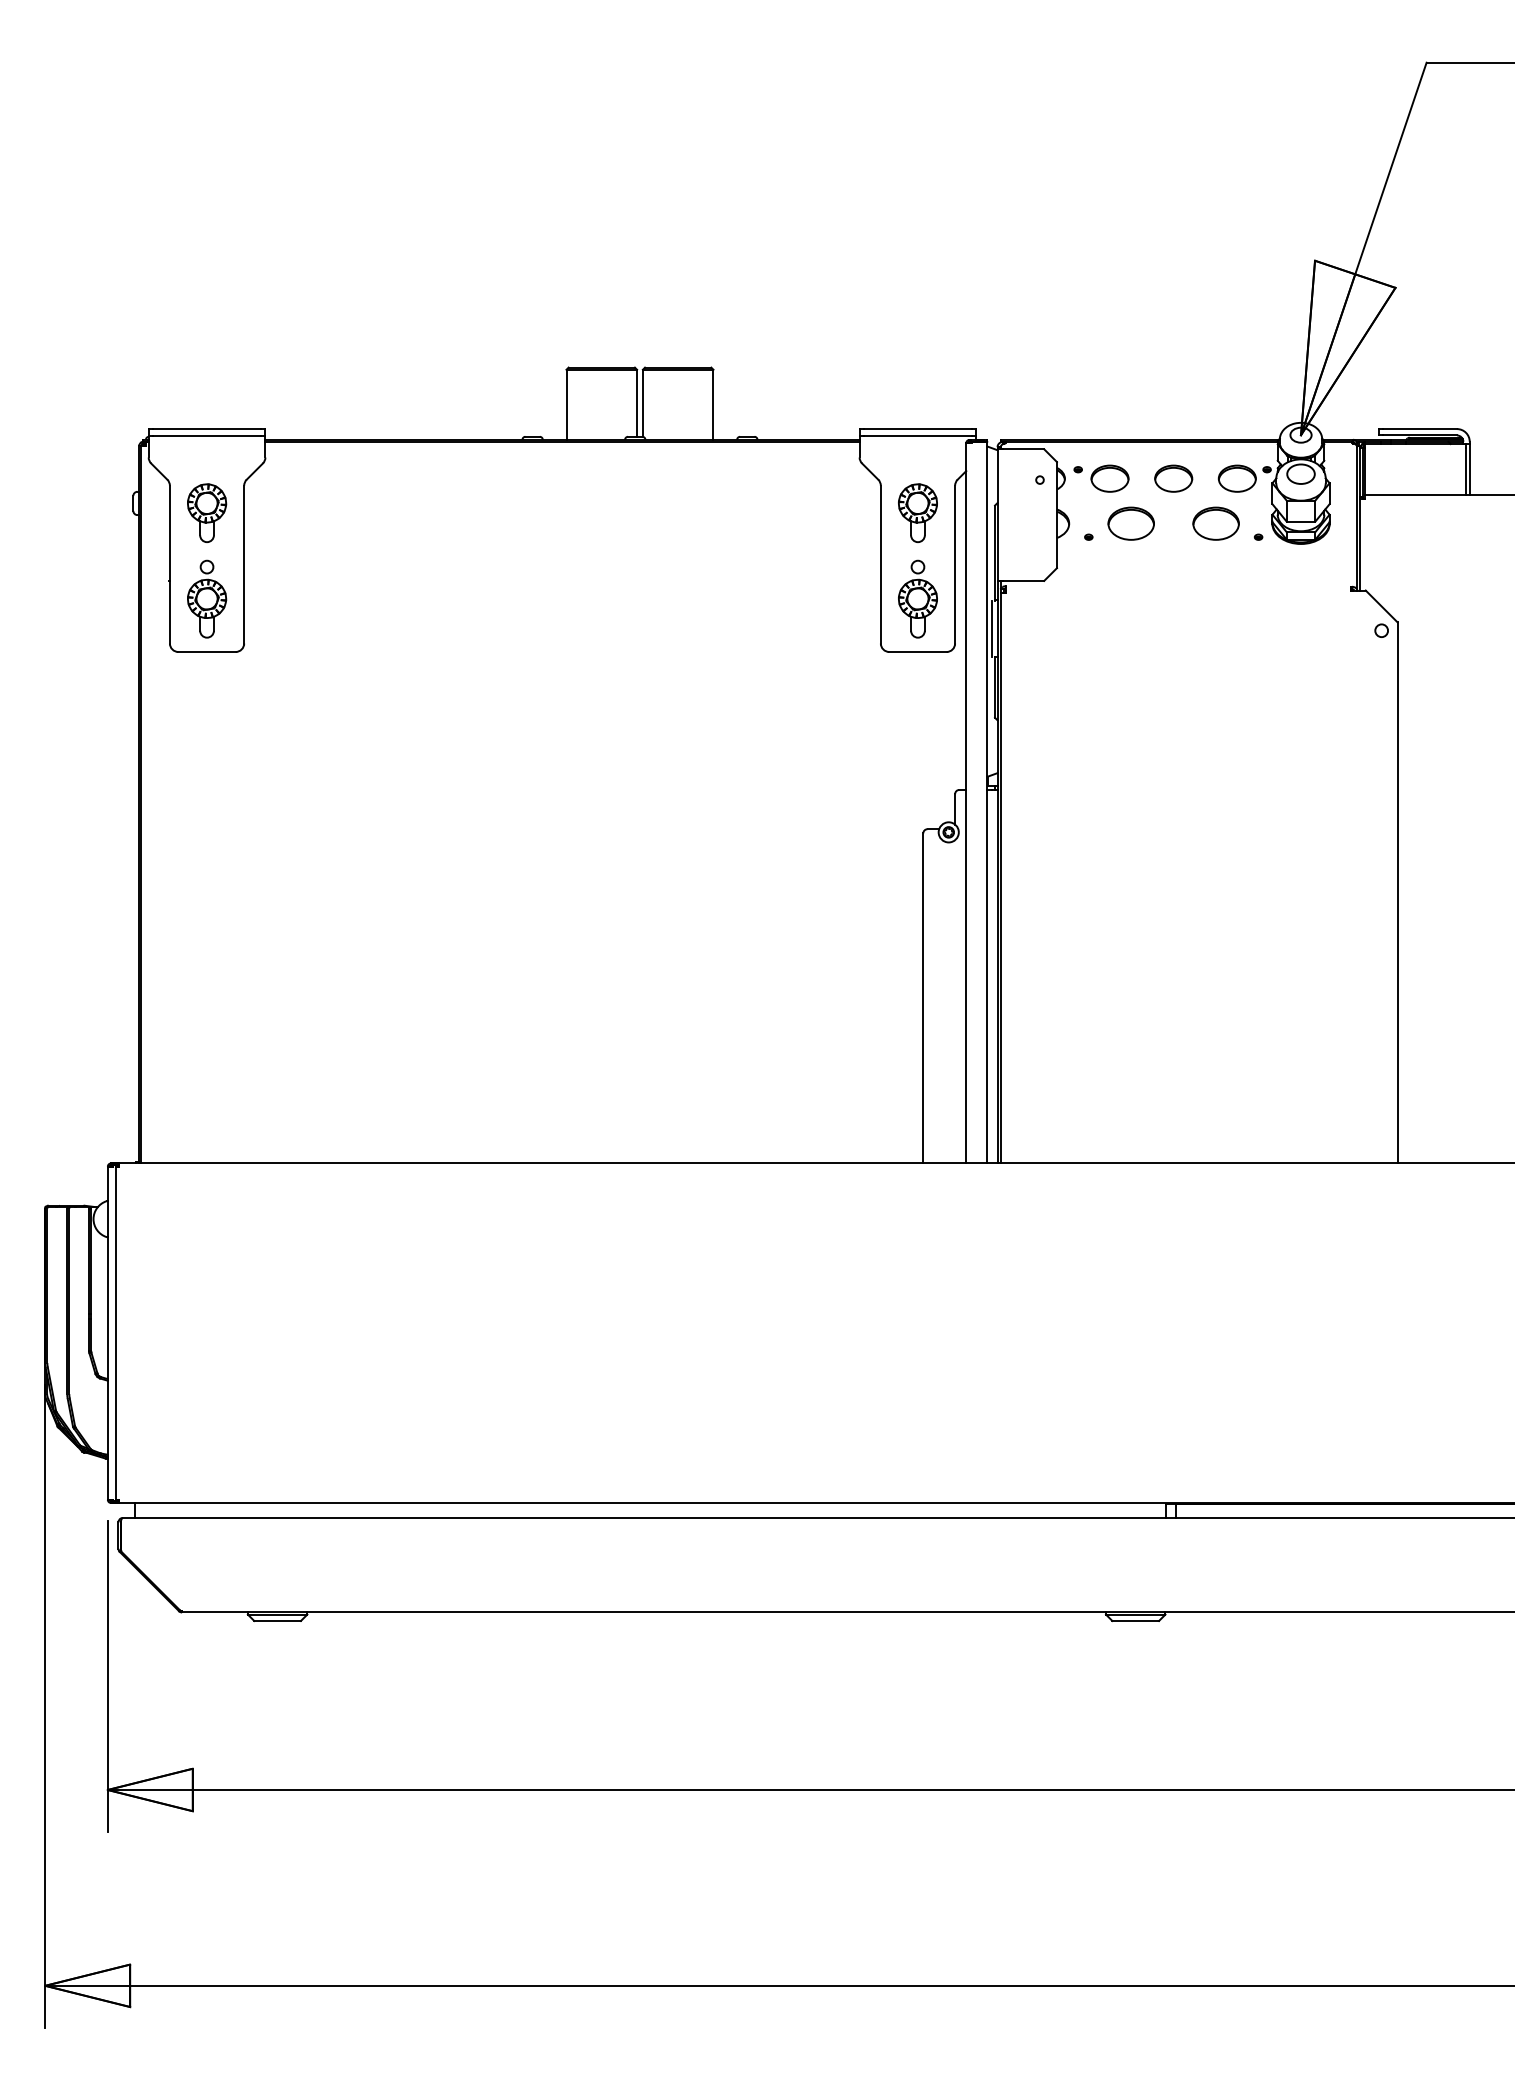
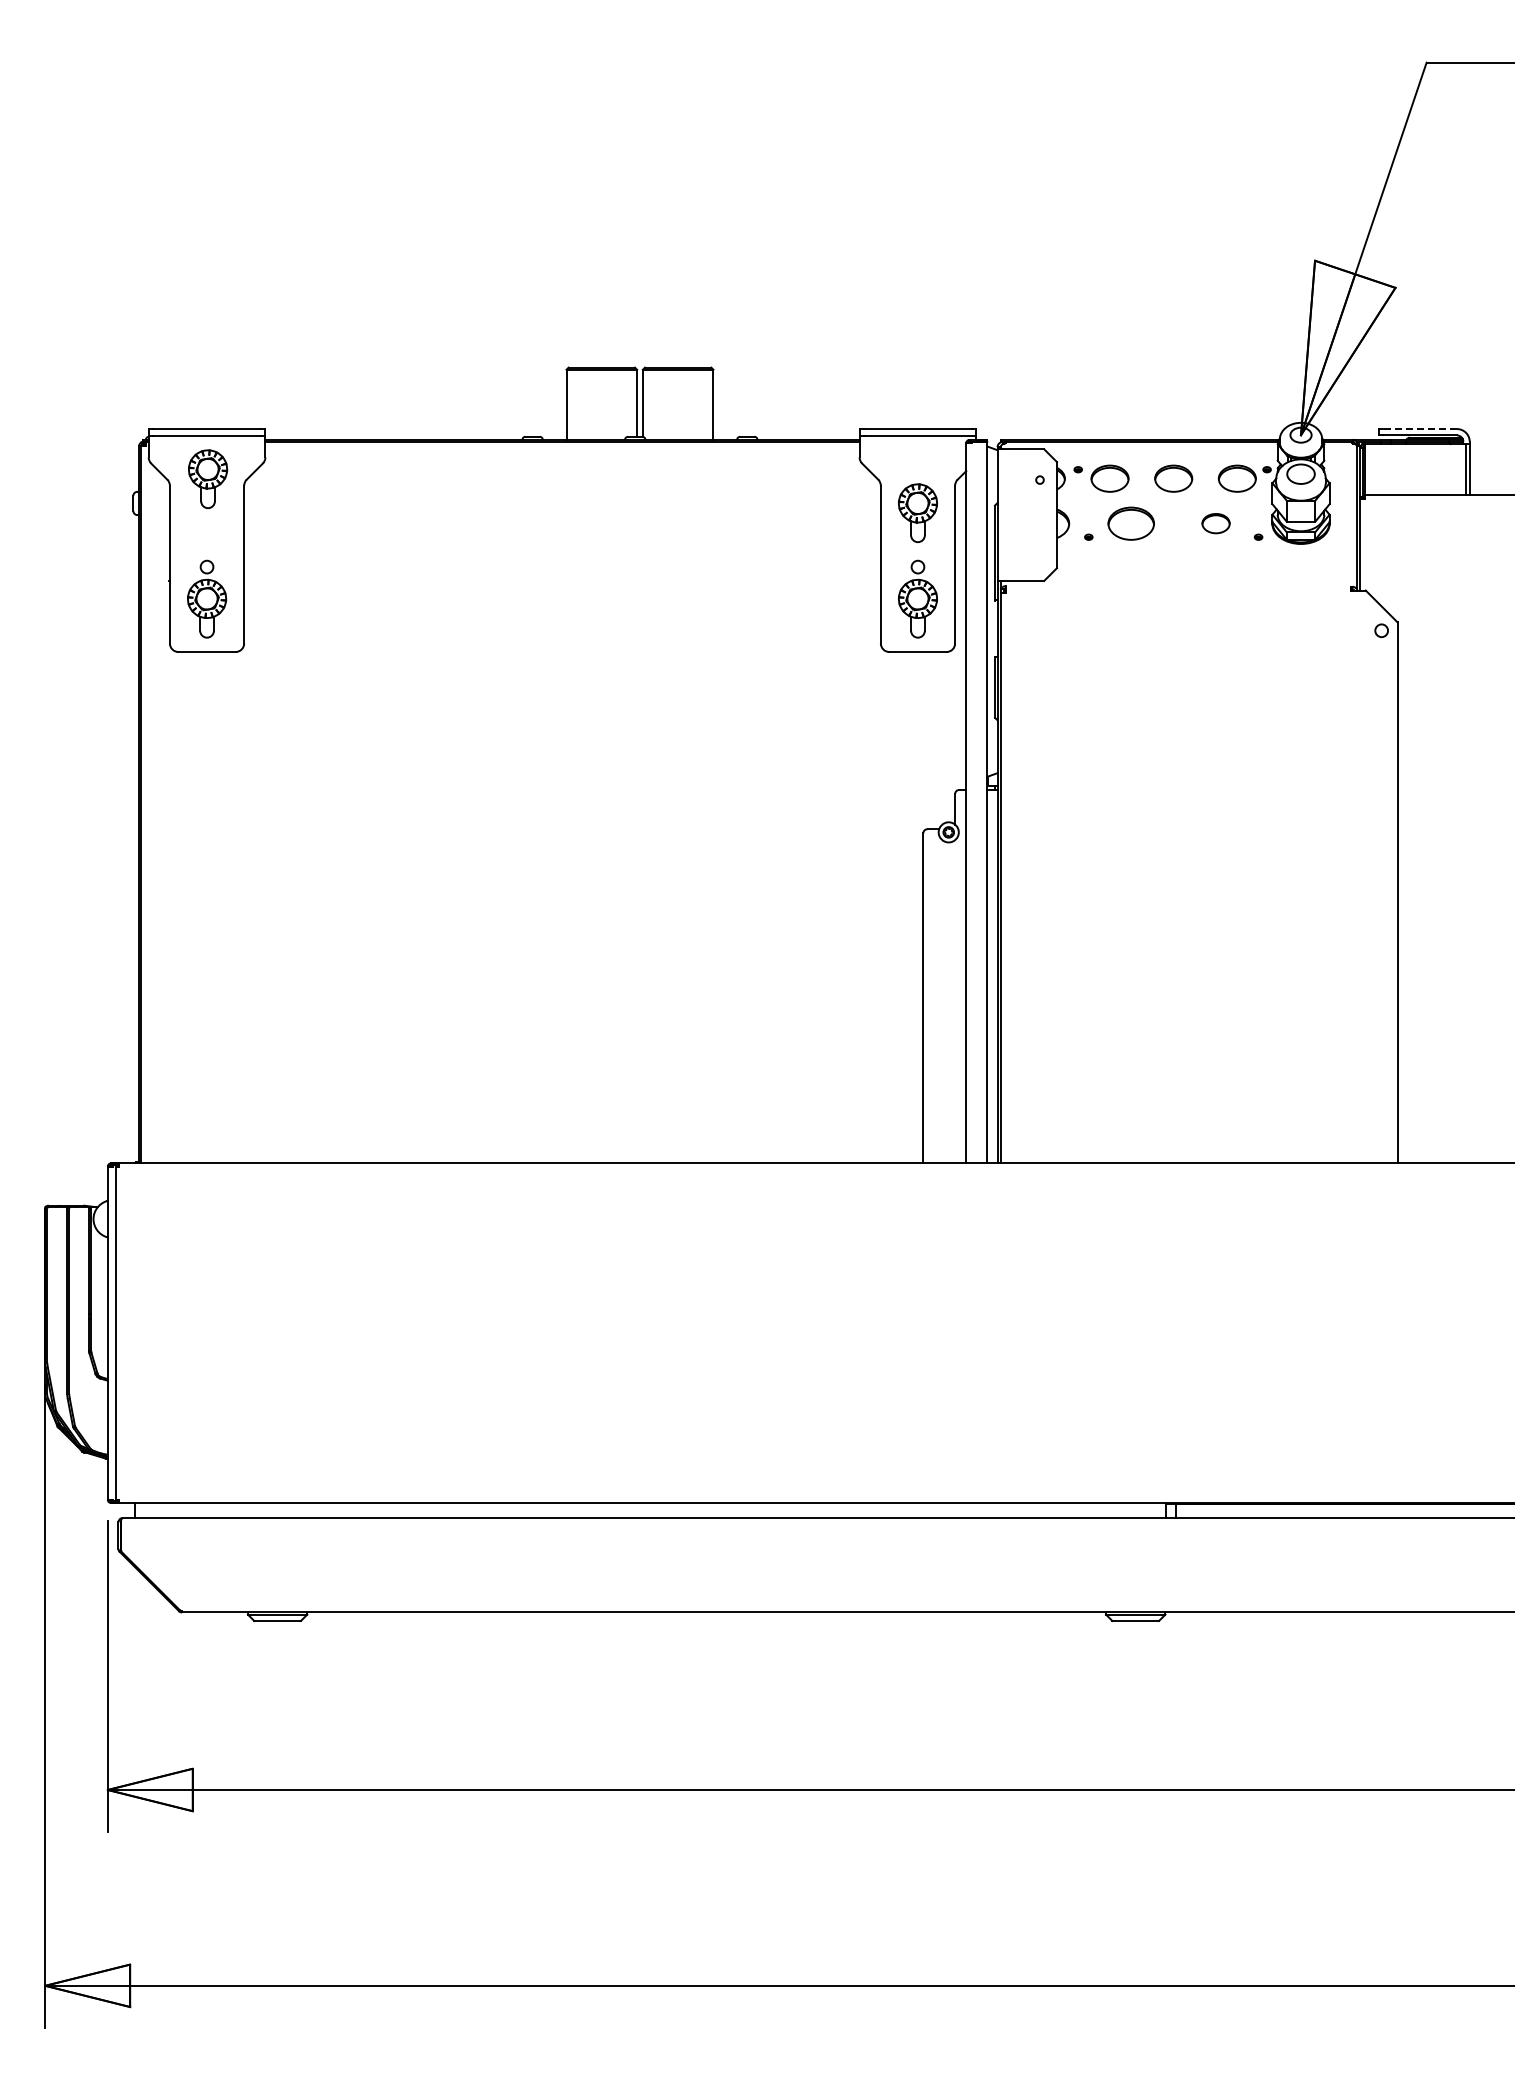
line at (1419, 429): solid -> dashed
part at (207, 512) position: (207, 512) -> (208, 478)
part at (1215, 523) size: 48x35 px -> 30x22 px
line at (992, 628): present -> none
